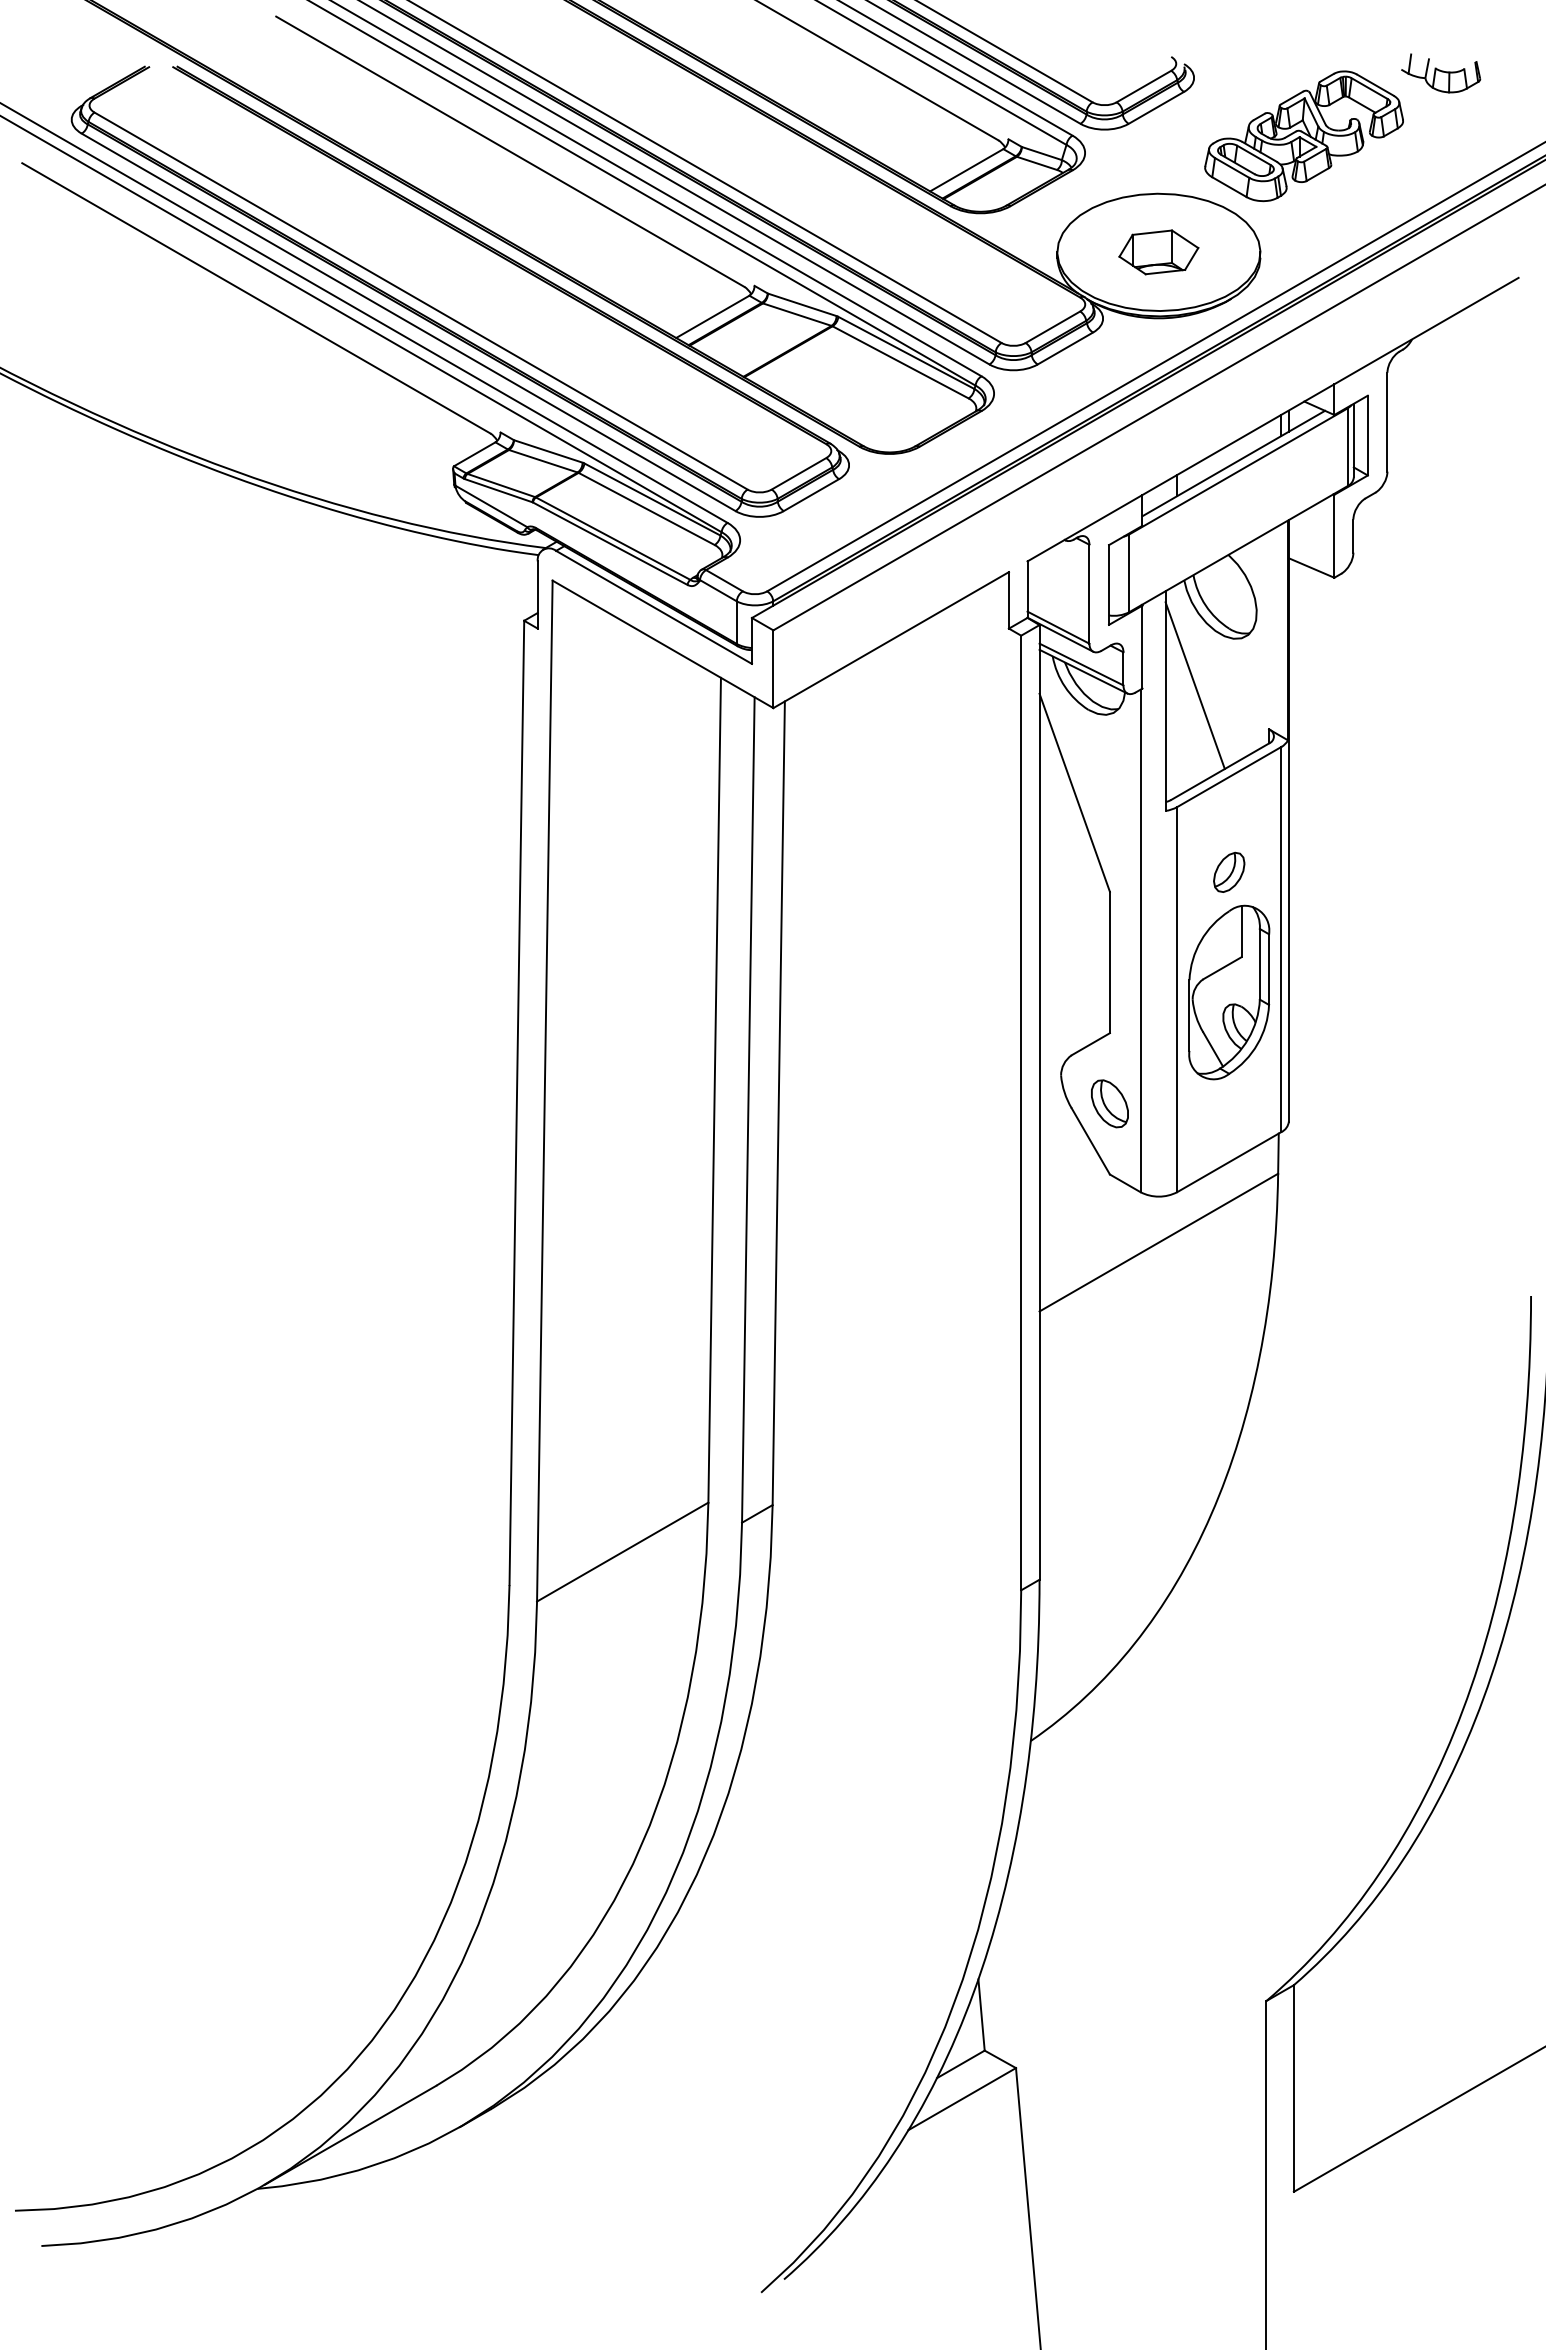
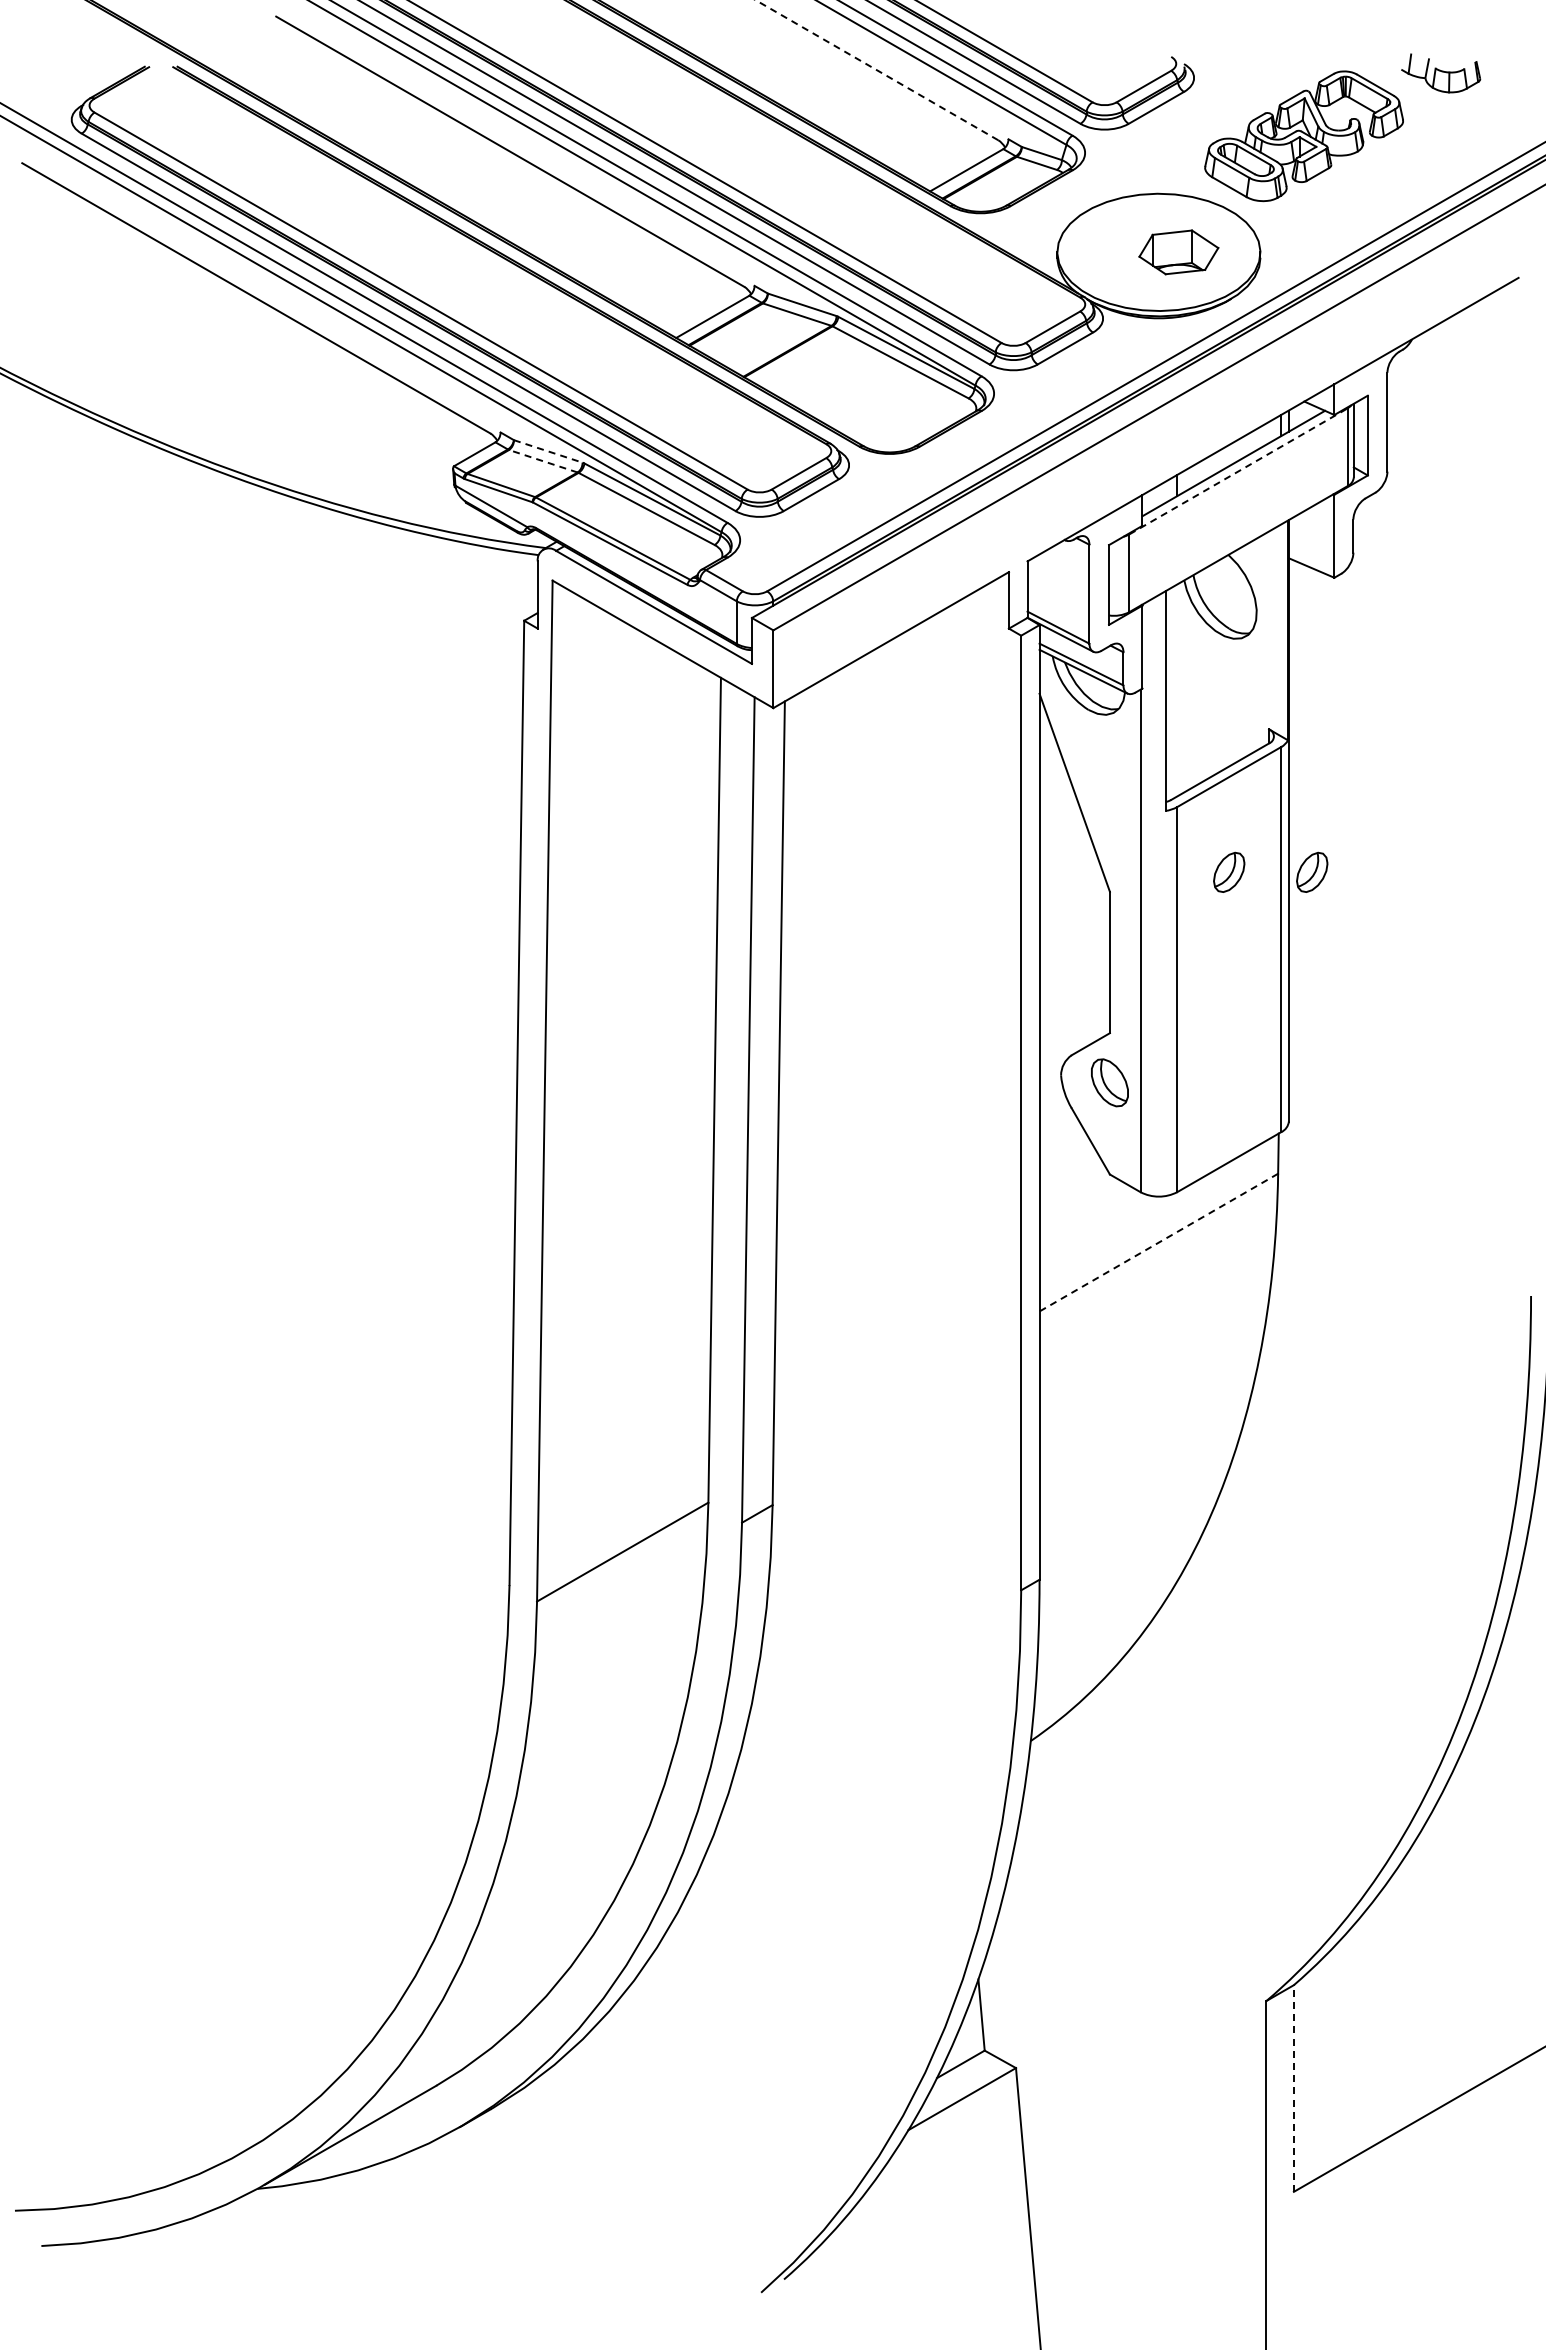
line at (877, 70): solid -> dashed
part at (1158, 252) position: (1158, 252) -> (1178, 252)
line at (548, 451): solid -> dashed
line at (542, 461): solid -> dashed
line at (1238, 471): solid -> dashed
line at (1194, 685): present -> none
part at (1312, 871): none -> present
part at (1229, 992): present -> none
part at (1109, 1103) position: (1109, 1103) -> (1109, 1082)
line at (1158, 1242): solid -> dashed
line at (1293, 2088): solid -> dashed
